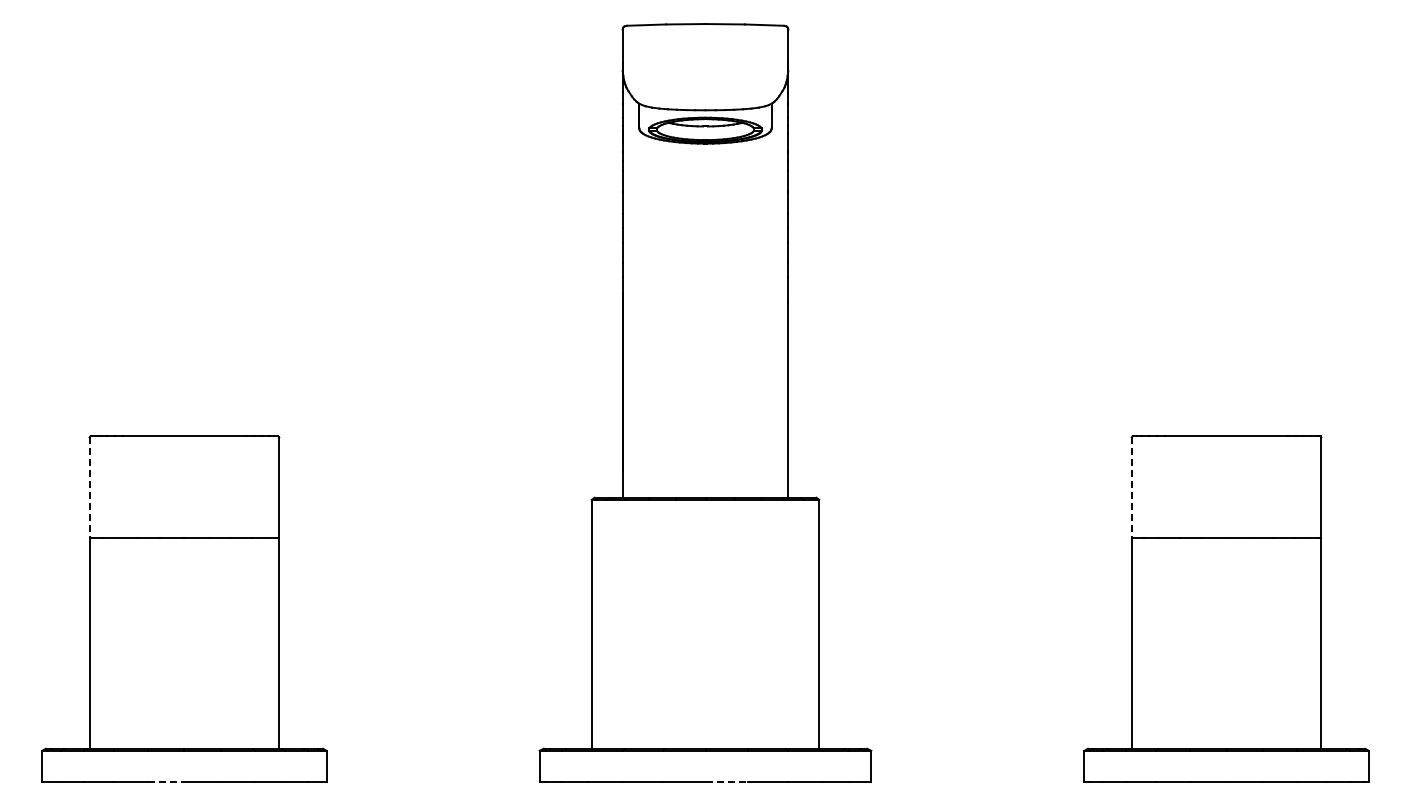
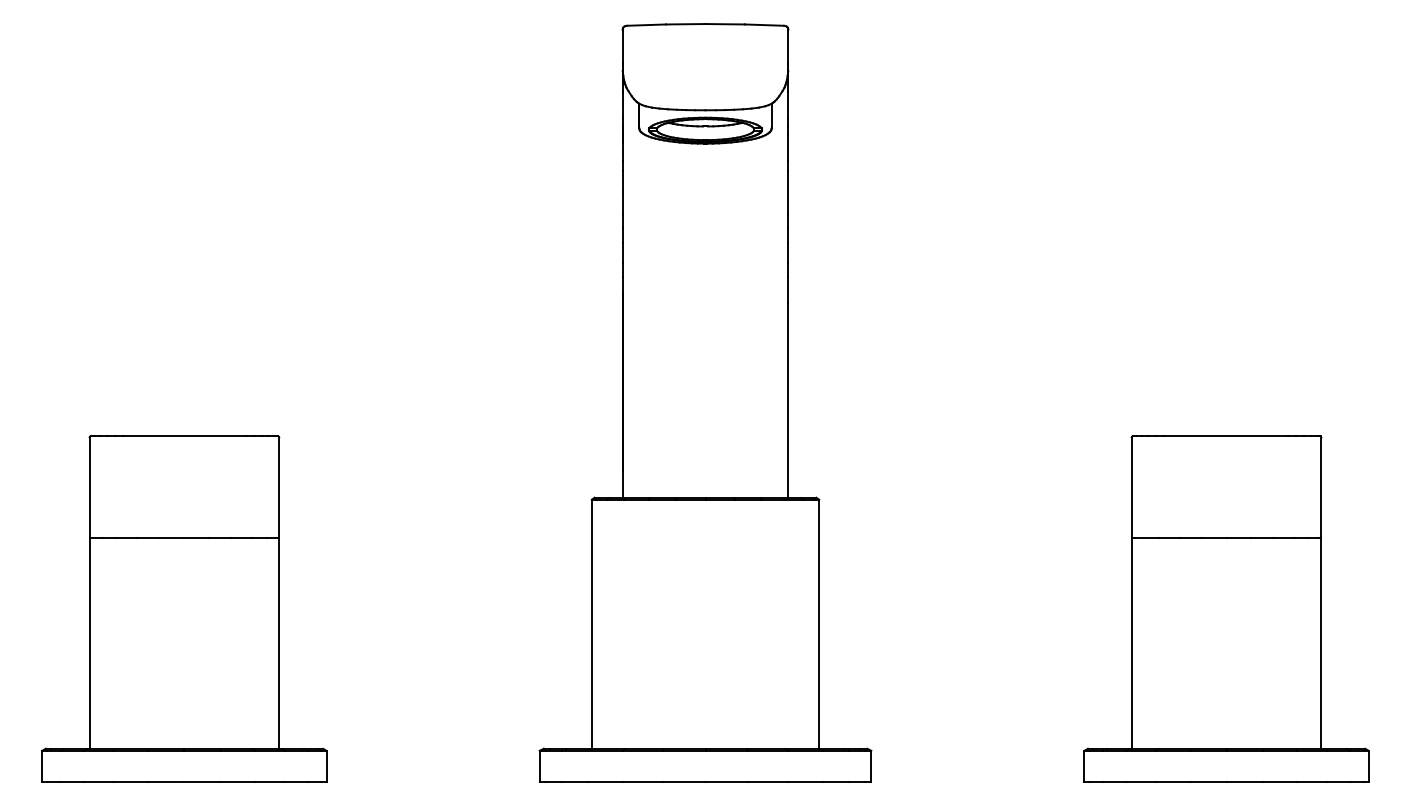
line at (89, 488): dashed -> solid
line at (1131, 488): dashed -> solid
line at (166, 781): dashed -> solid
line at (727, 781): dashed -> solid
